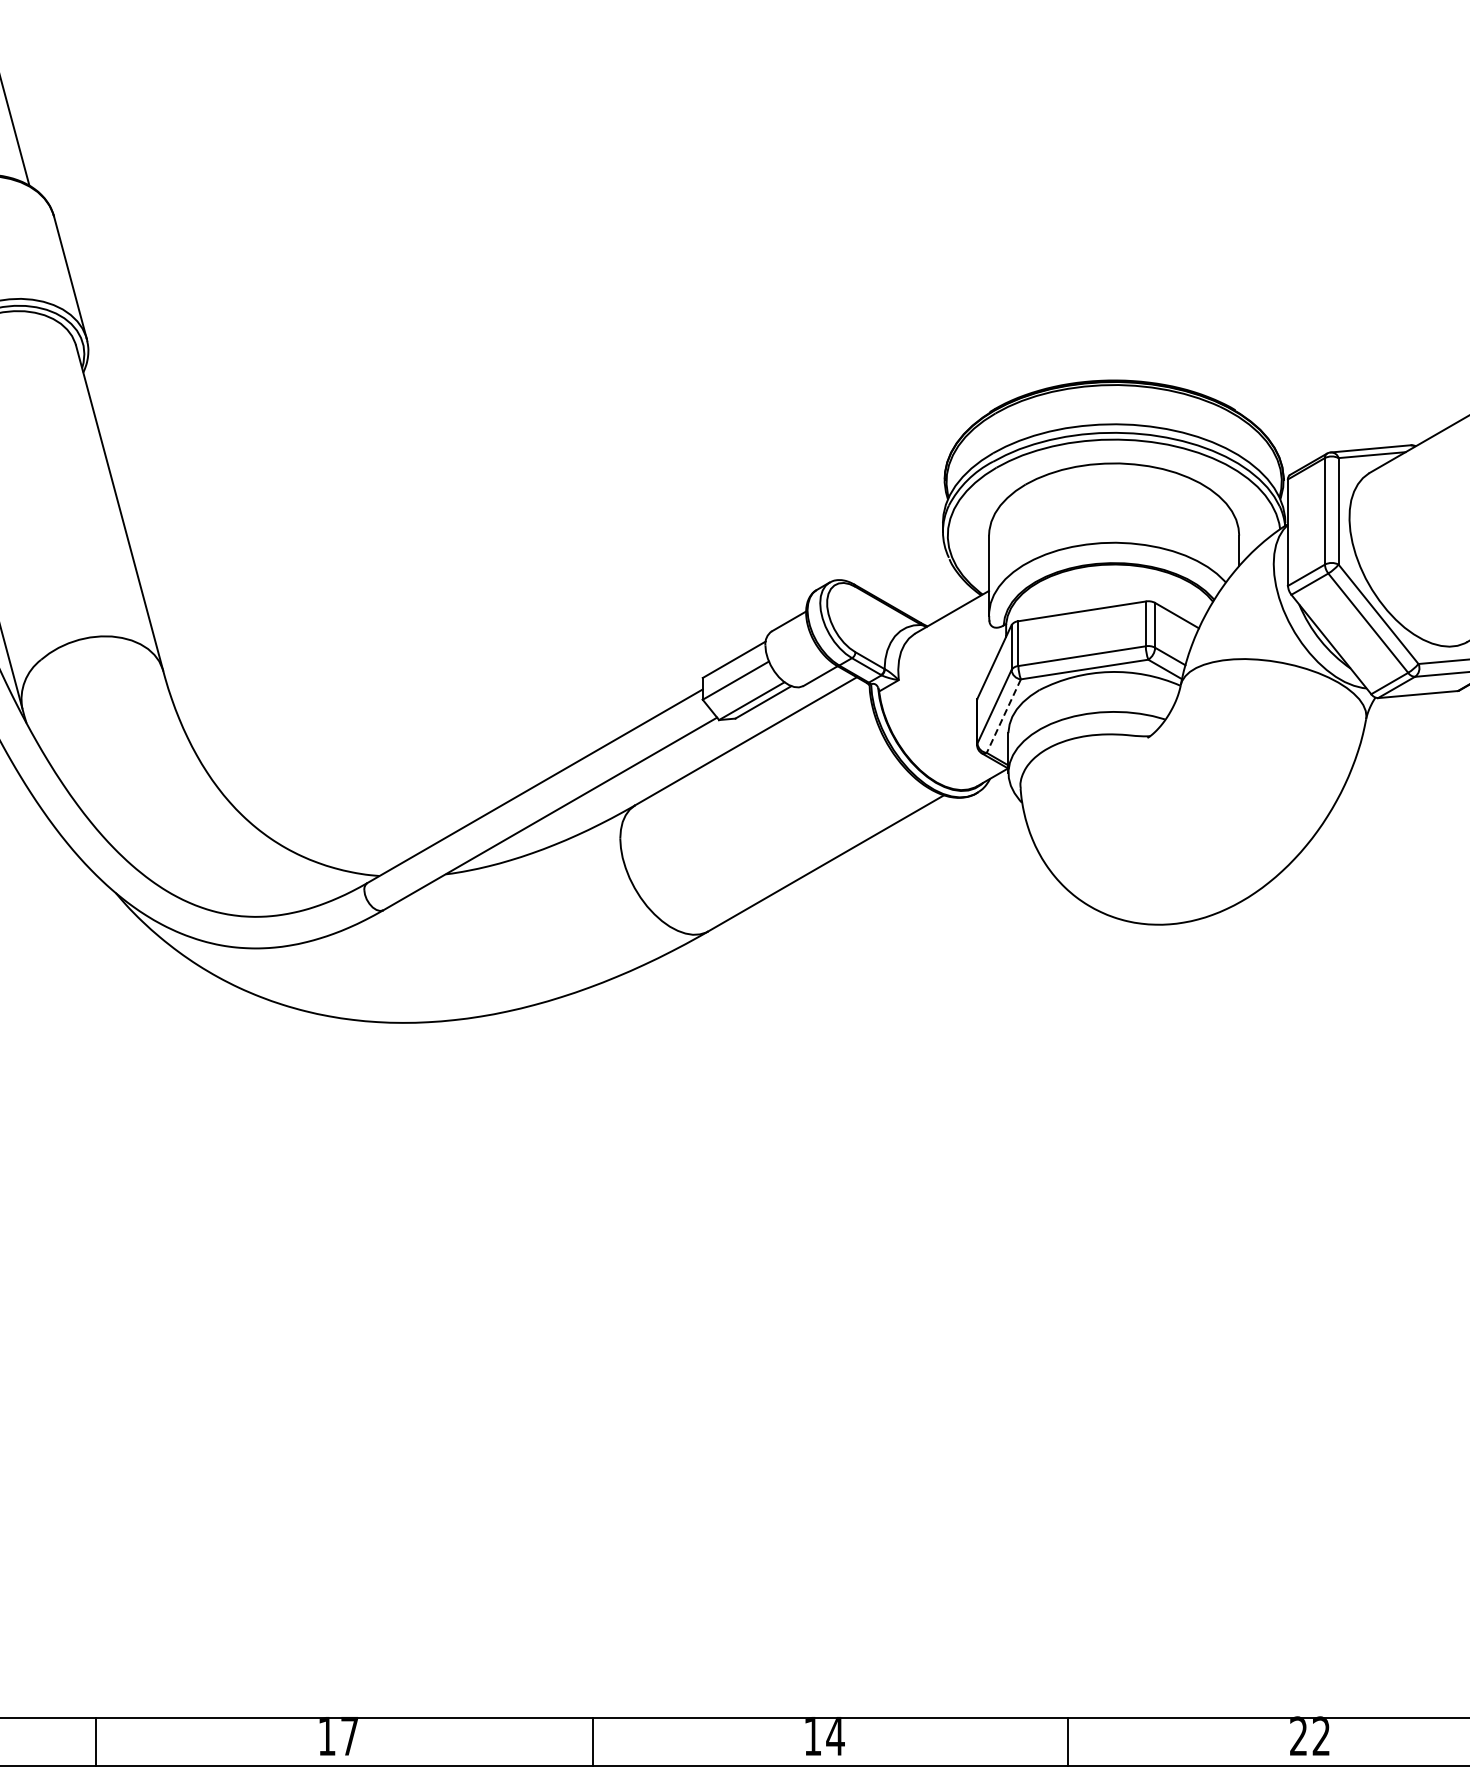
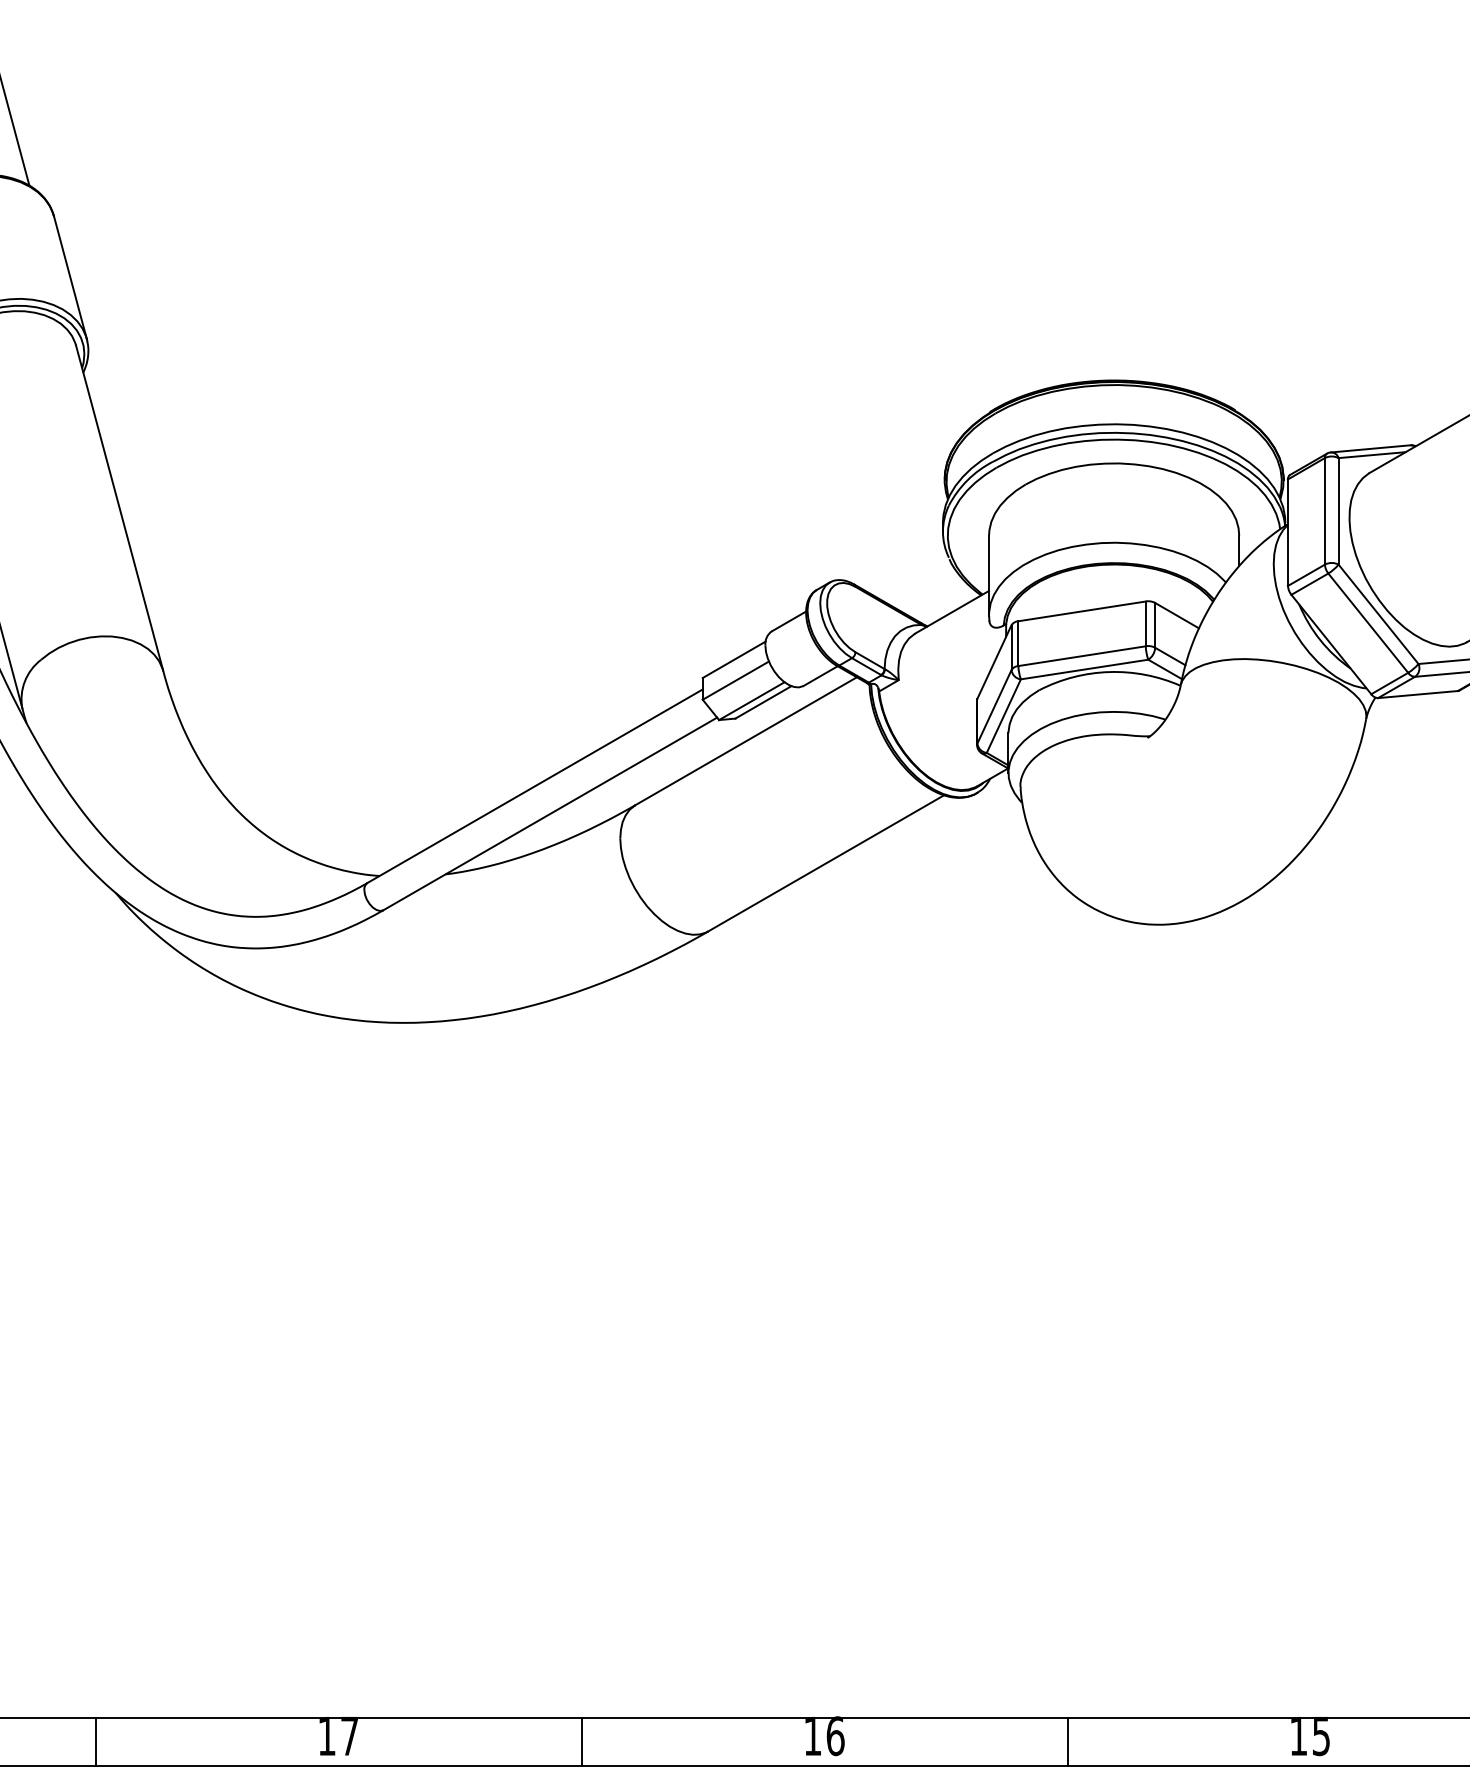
line at (1003, 716): dashed -> solid
text at (835, 1736): 14 -> 16
text at (1309, 1736): 22 -> 15
line at (593, 1741) position: (593, 1741) -> (582, 1741)
